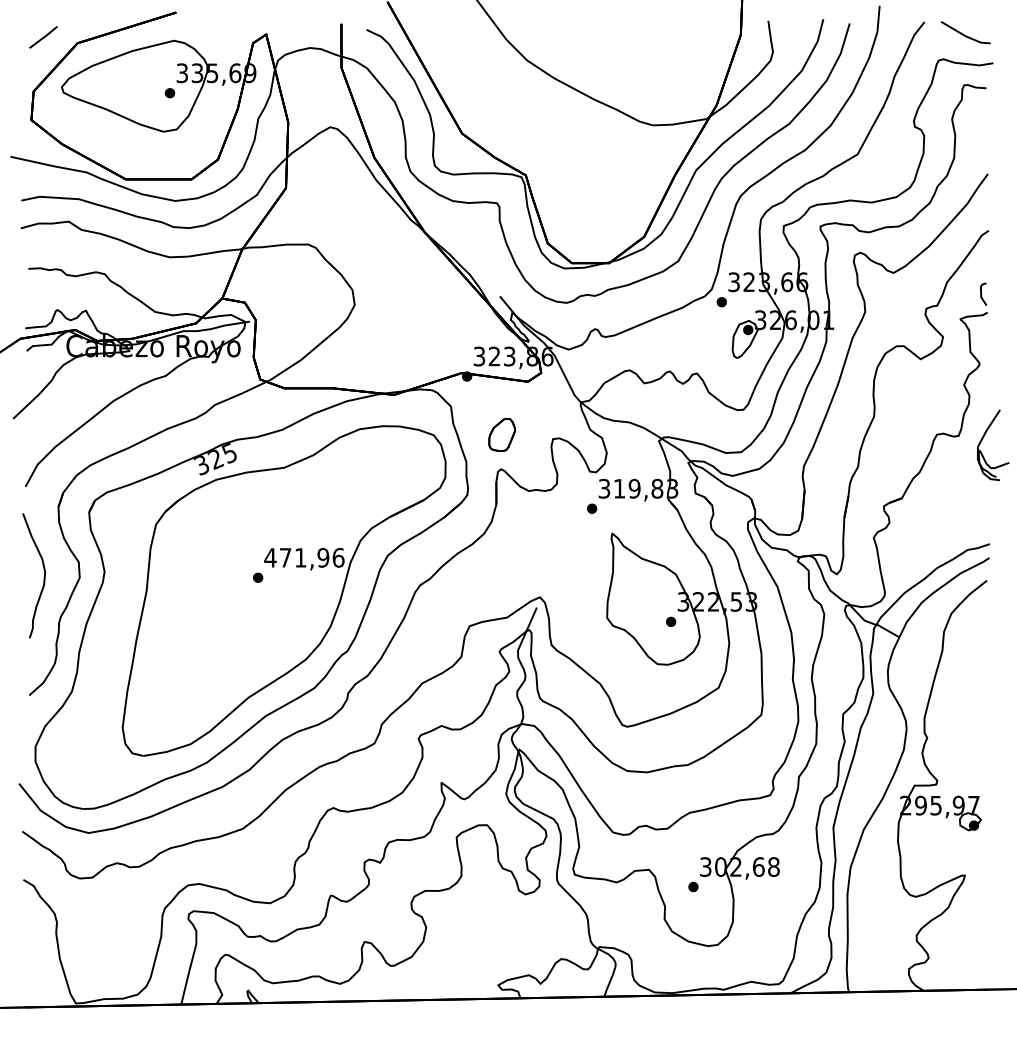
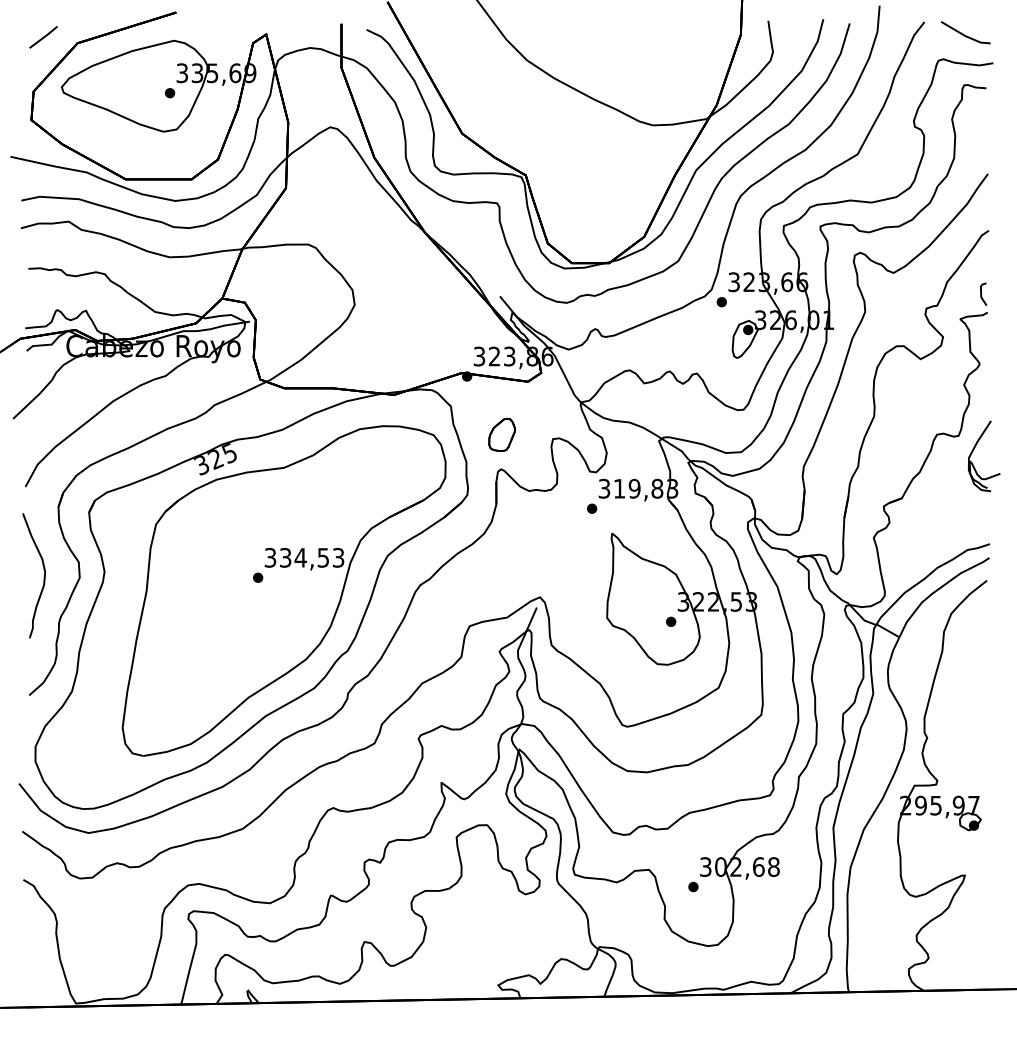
part at (982, 440) position: (982, 440) -> (973, 451)
text at (304, 557): 471,96 -> 334,53
